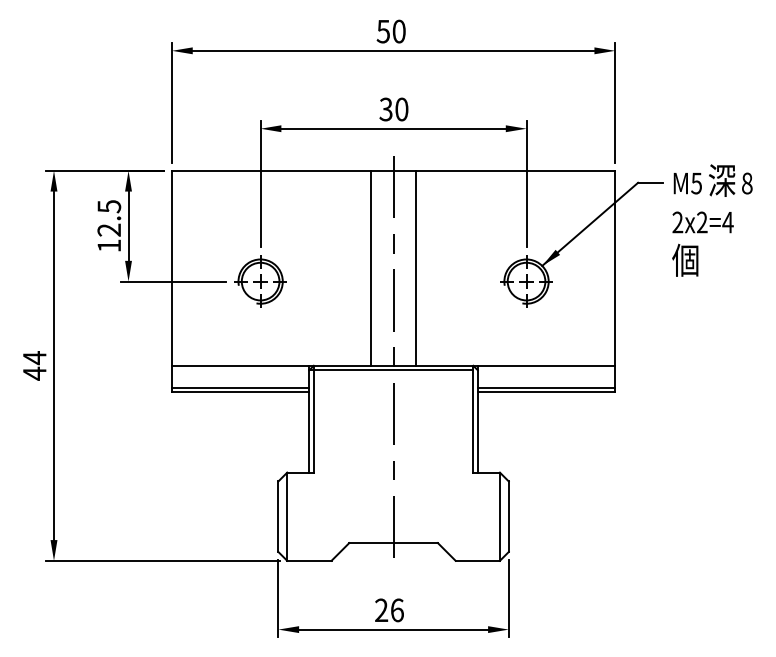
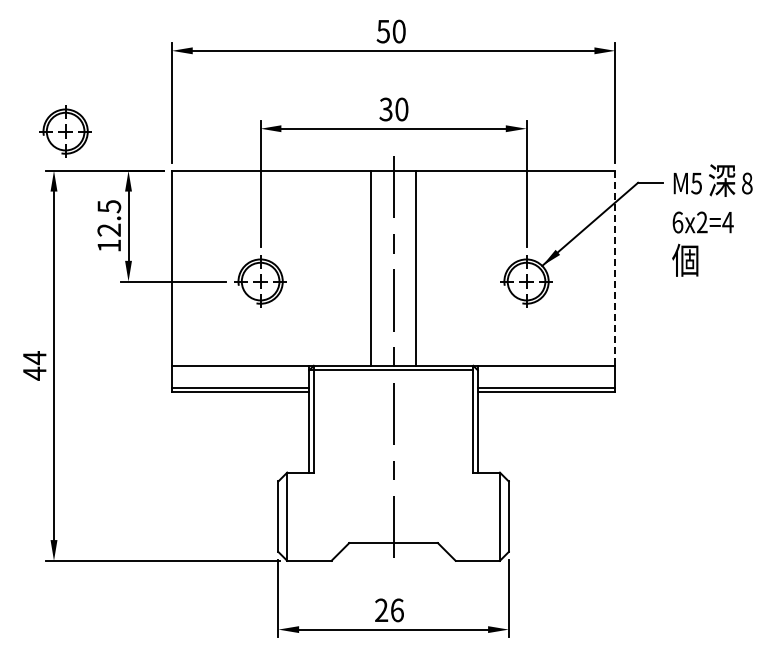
part at (65, 131): none -> present
text at (677, 222): 2x2=4 -> 6x2=4
line at (615, 268): solid -> dashed
